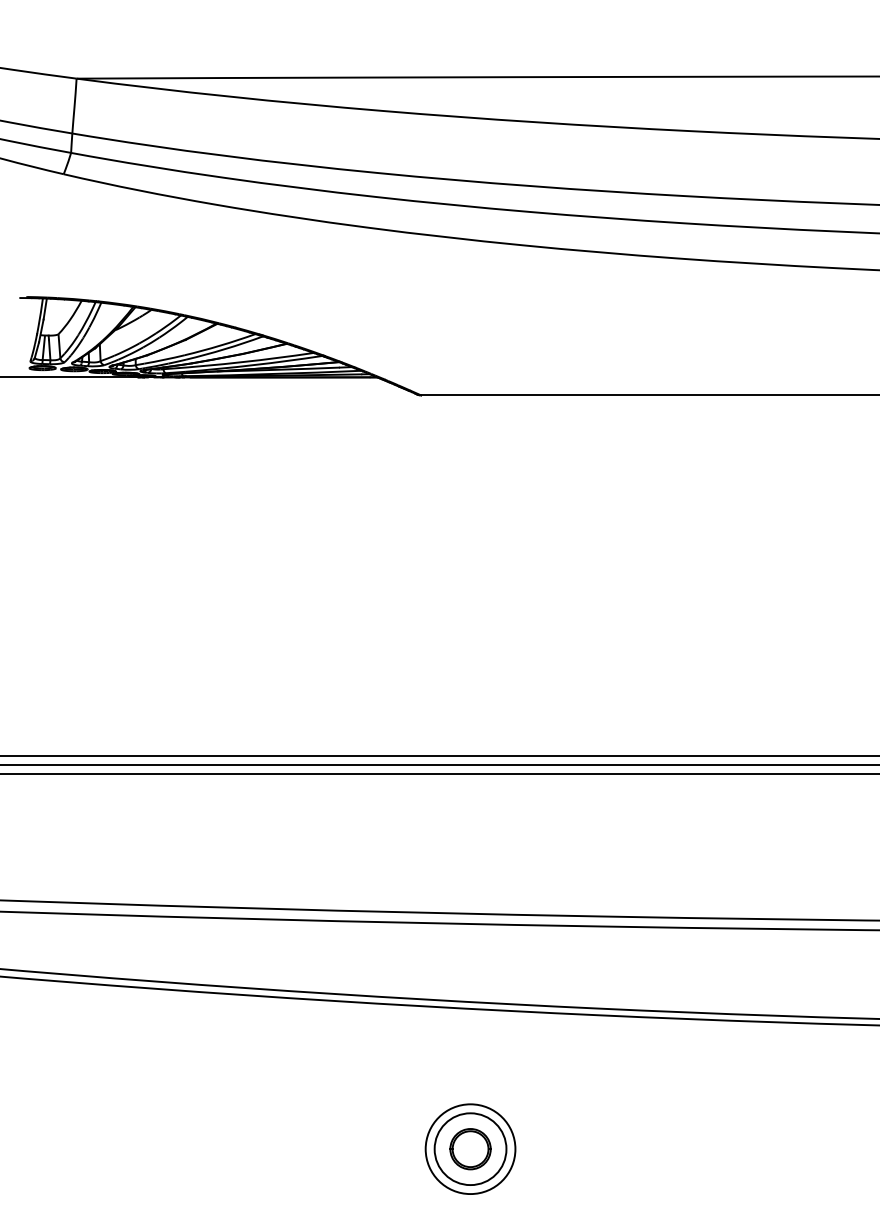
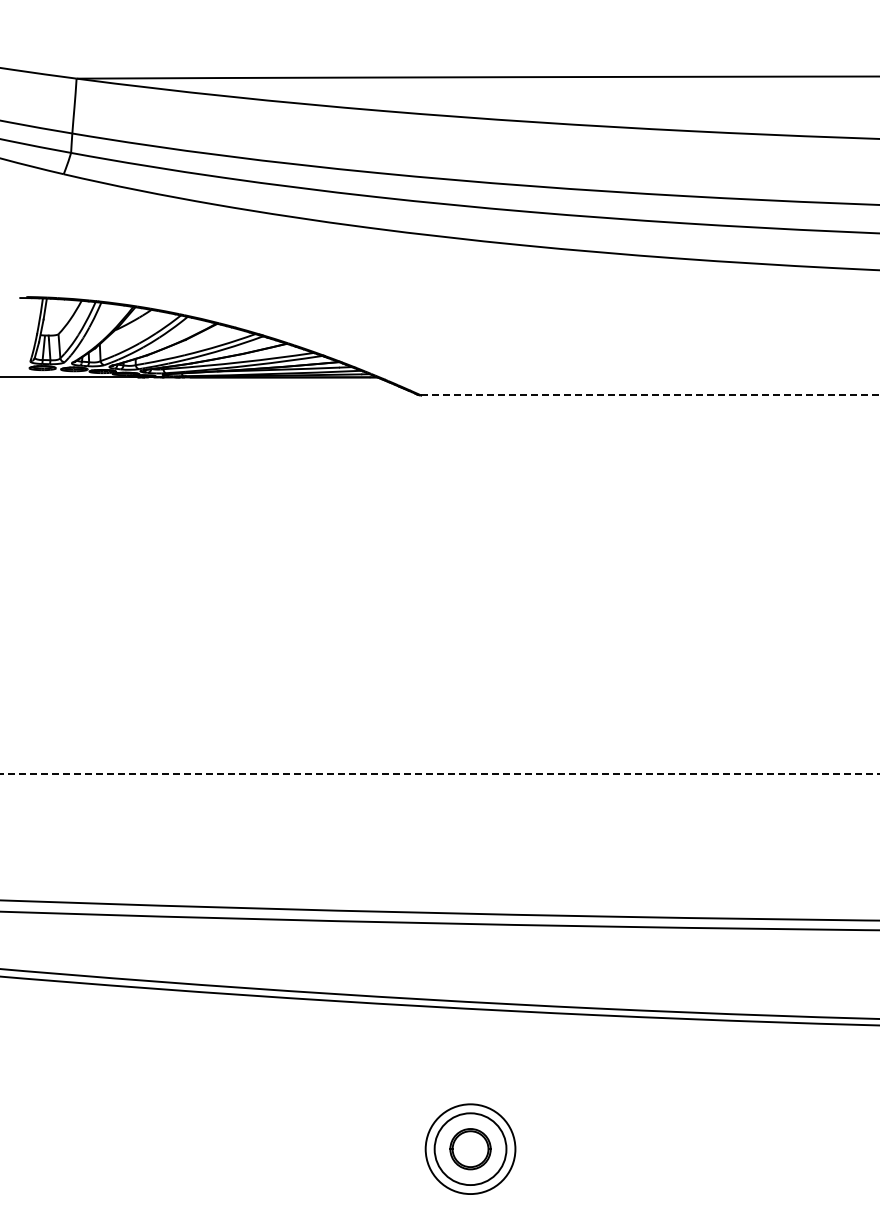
line at (650, 395): solid -> dashed
line at (439, 755): present -> none
line at (439, 765): present -> none
line at (440, 774): solid -> dashed
